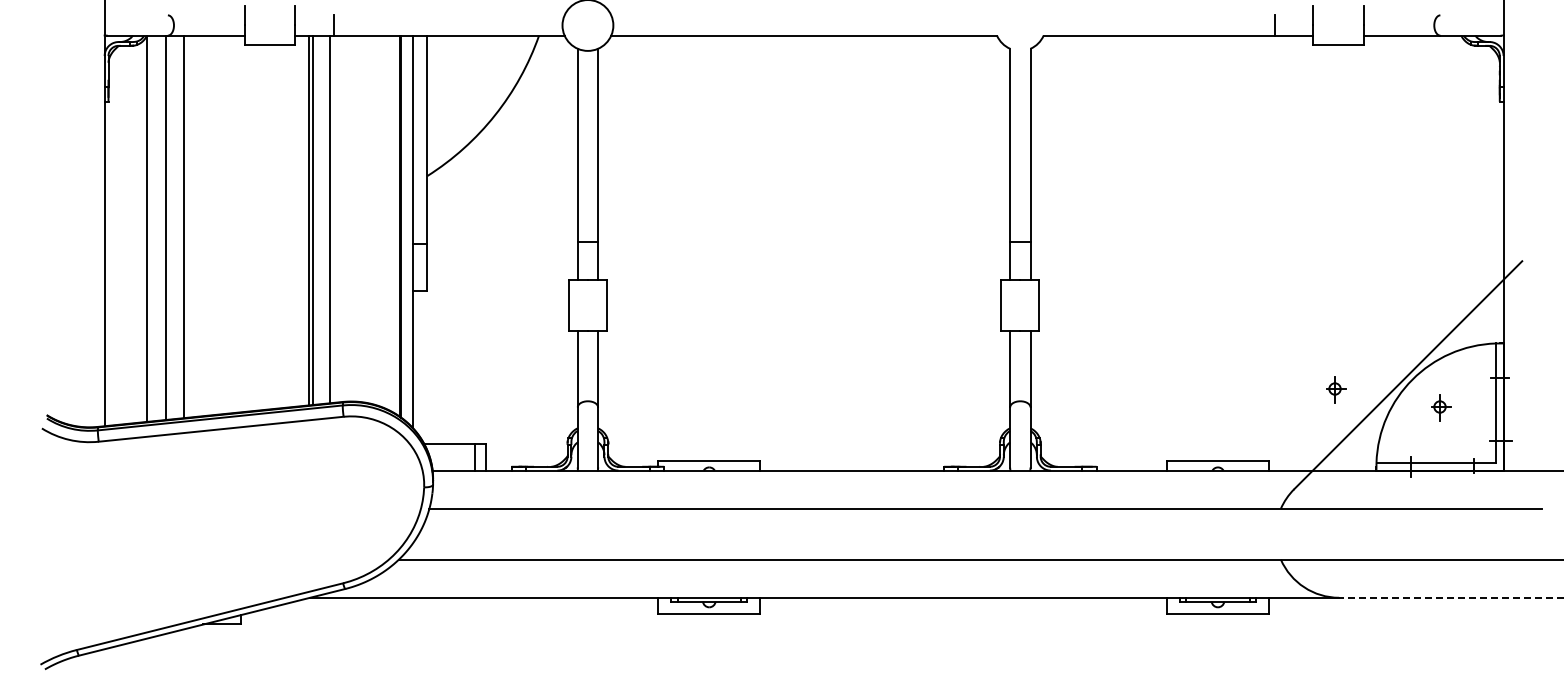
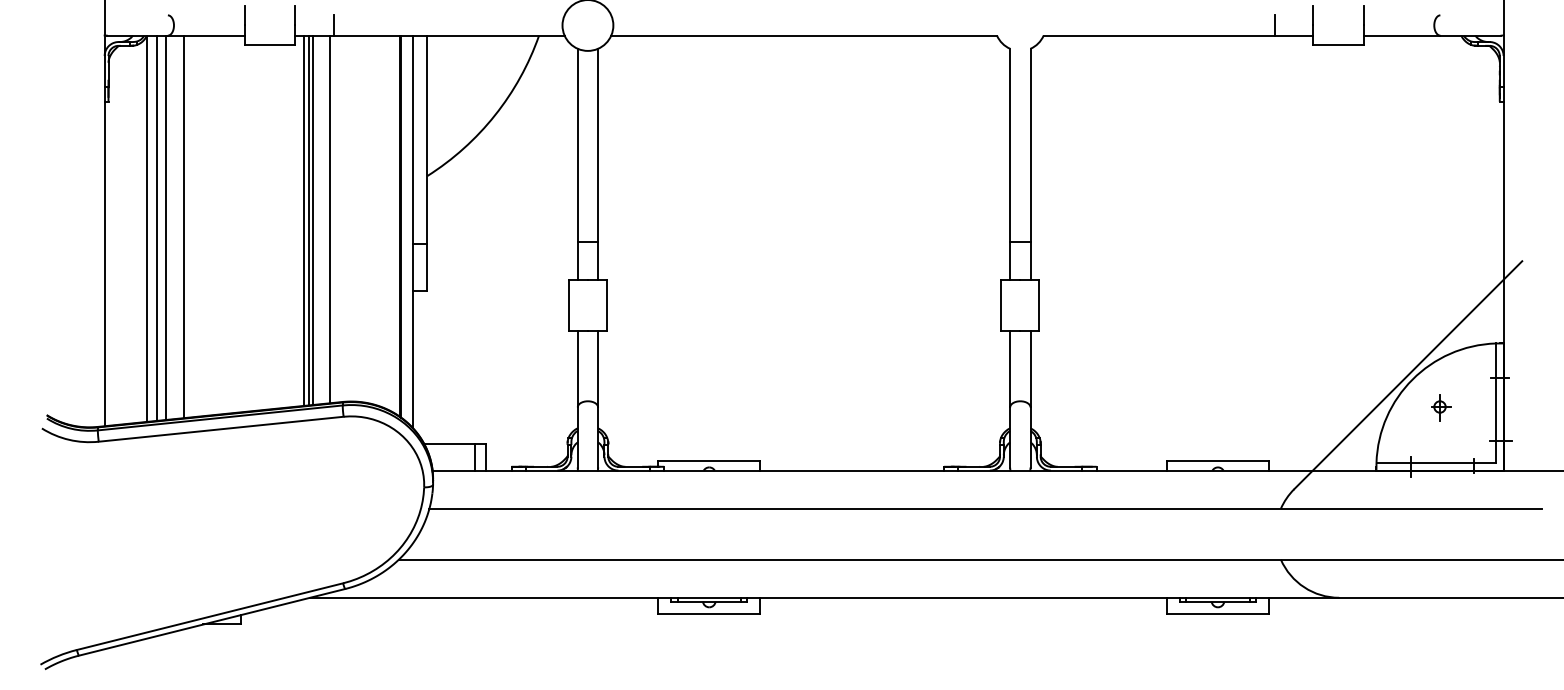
line at (304, 220): none -> present
line at (156, 227): none -> present
part at (1336, 389): present -> none
line at (1450, 597): dashed -> solid
